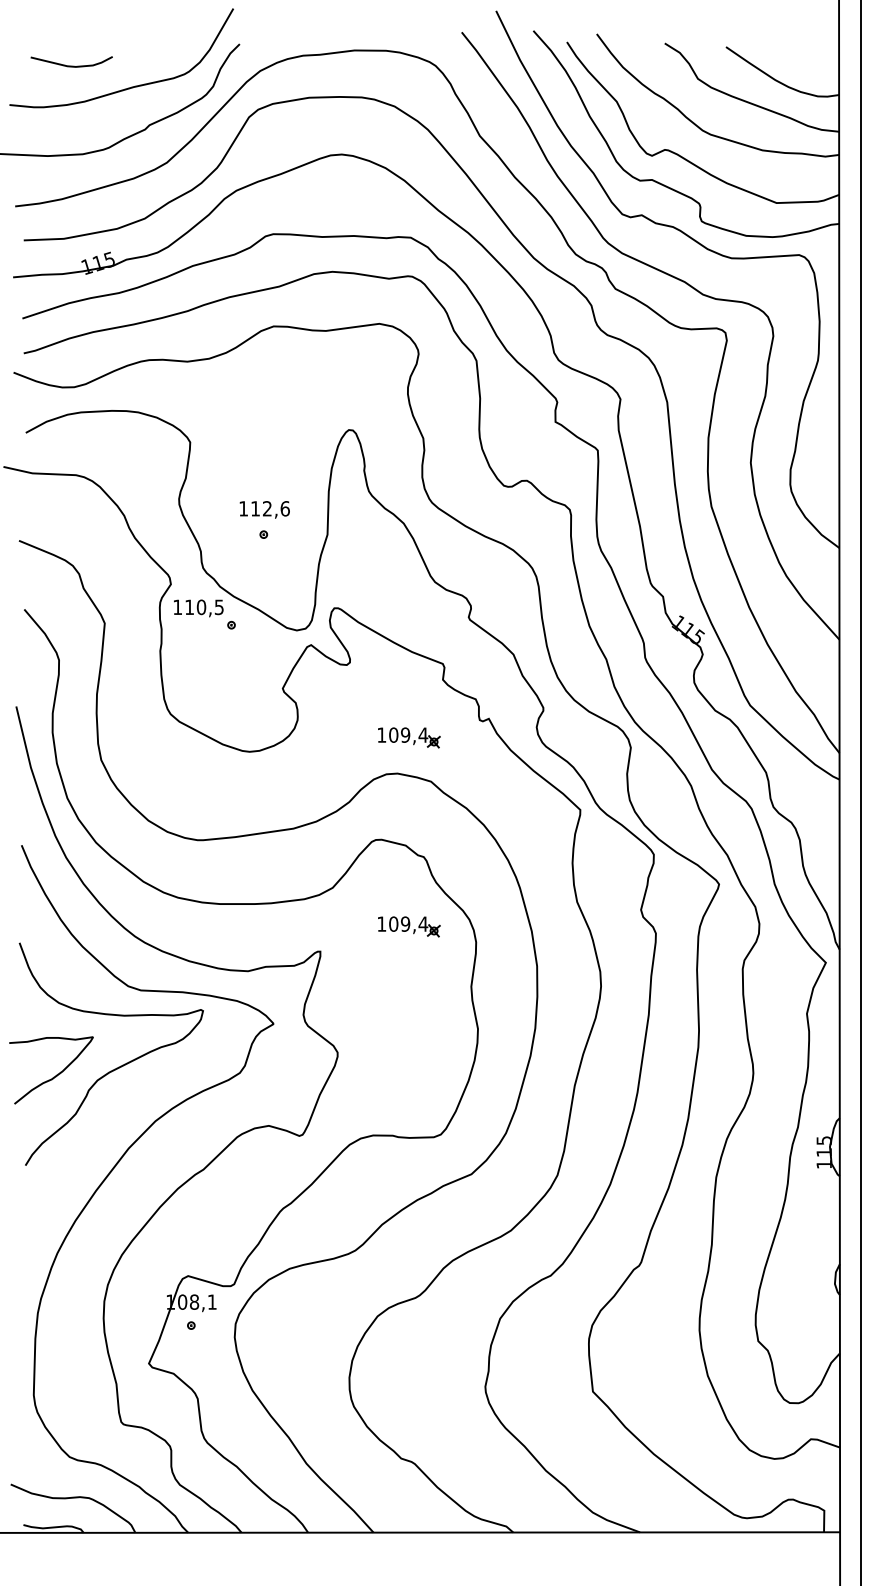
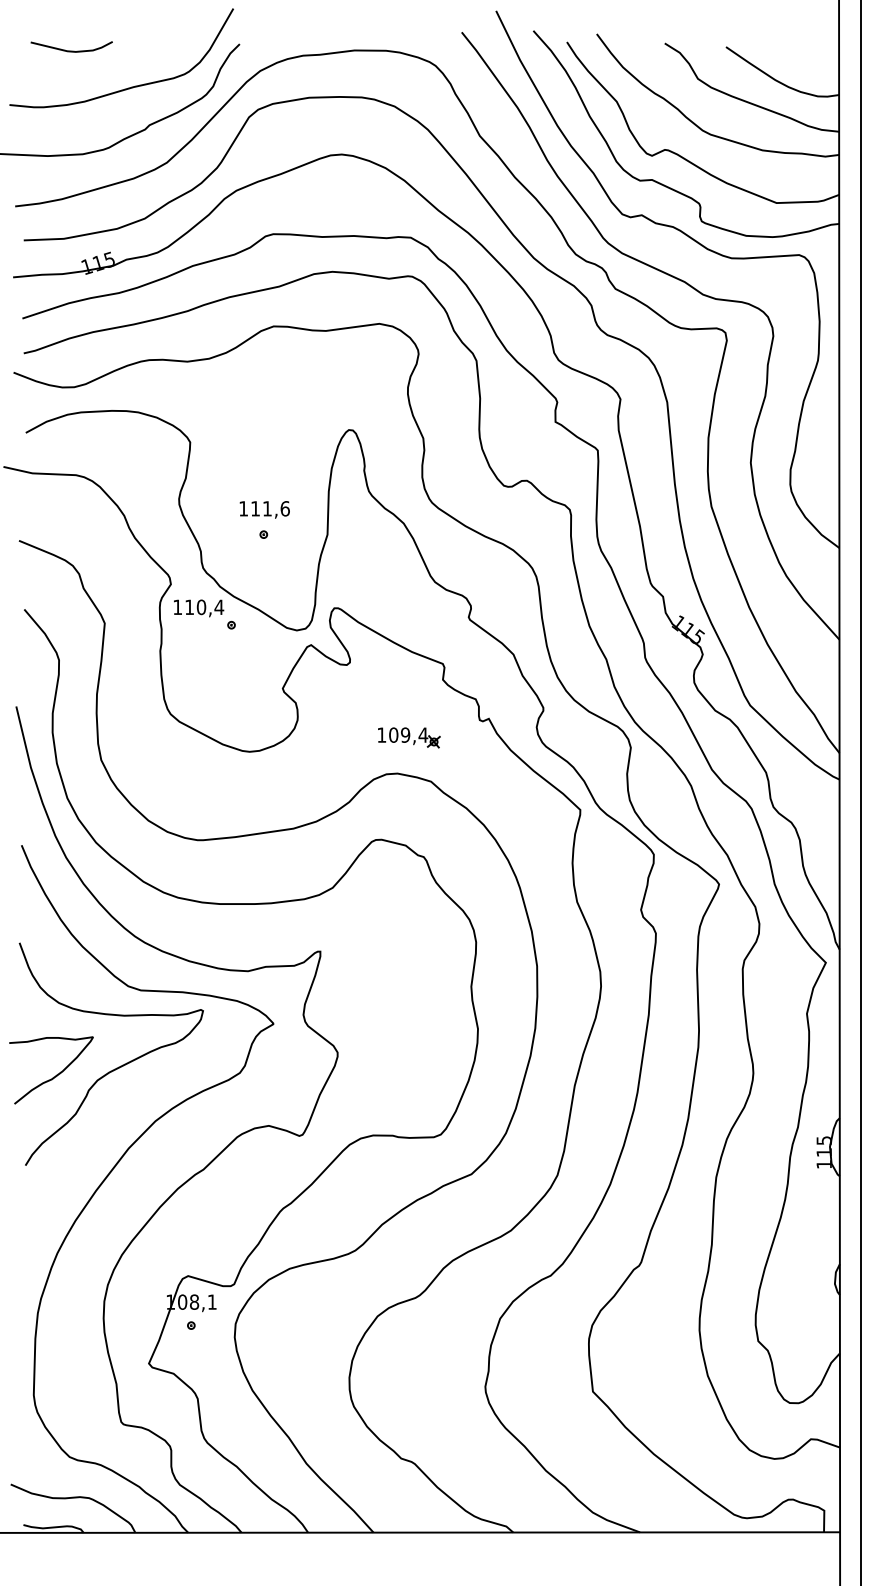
curve at (71, 65) position: (71, 65) -> (71, 50)
text at (267, 508): 112,6 -> 111,6
text at (219, 607): 110,5 -> 110,4
part at (409, 926): present -> none
